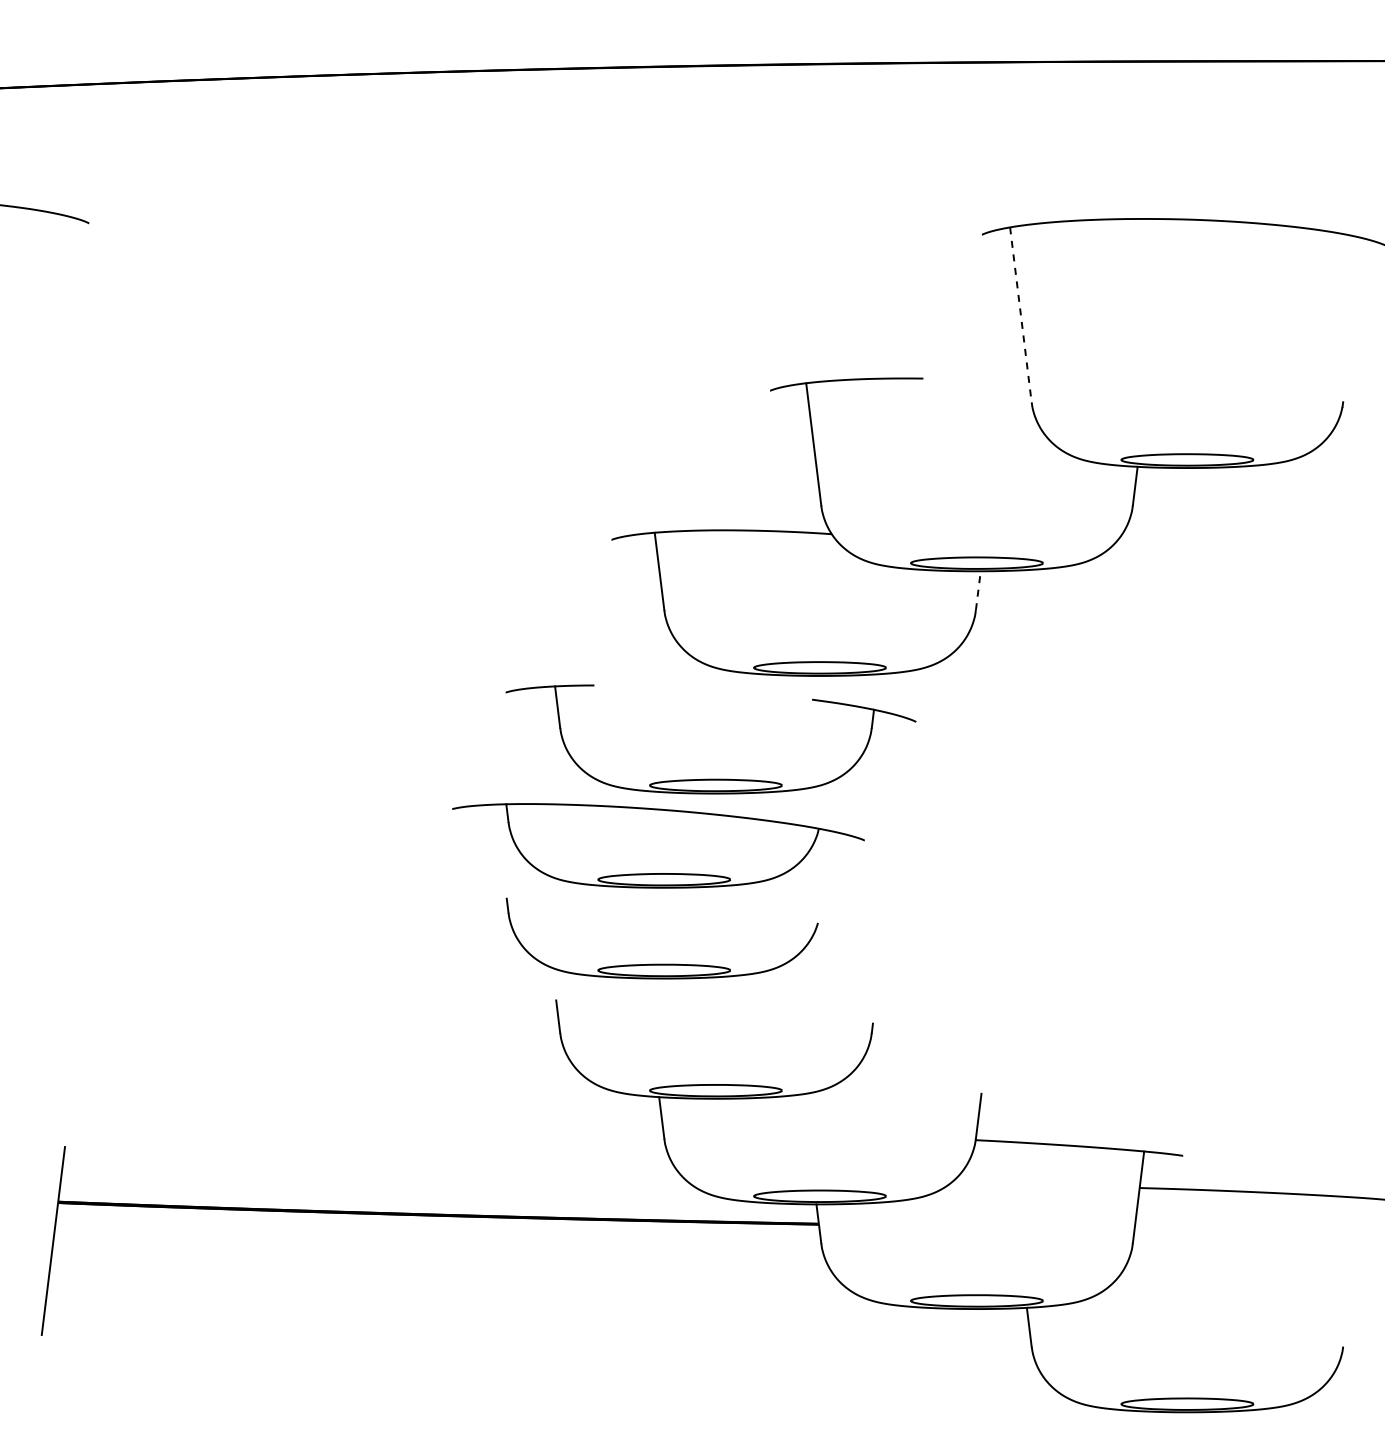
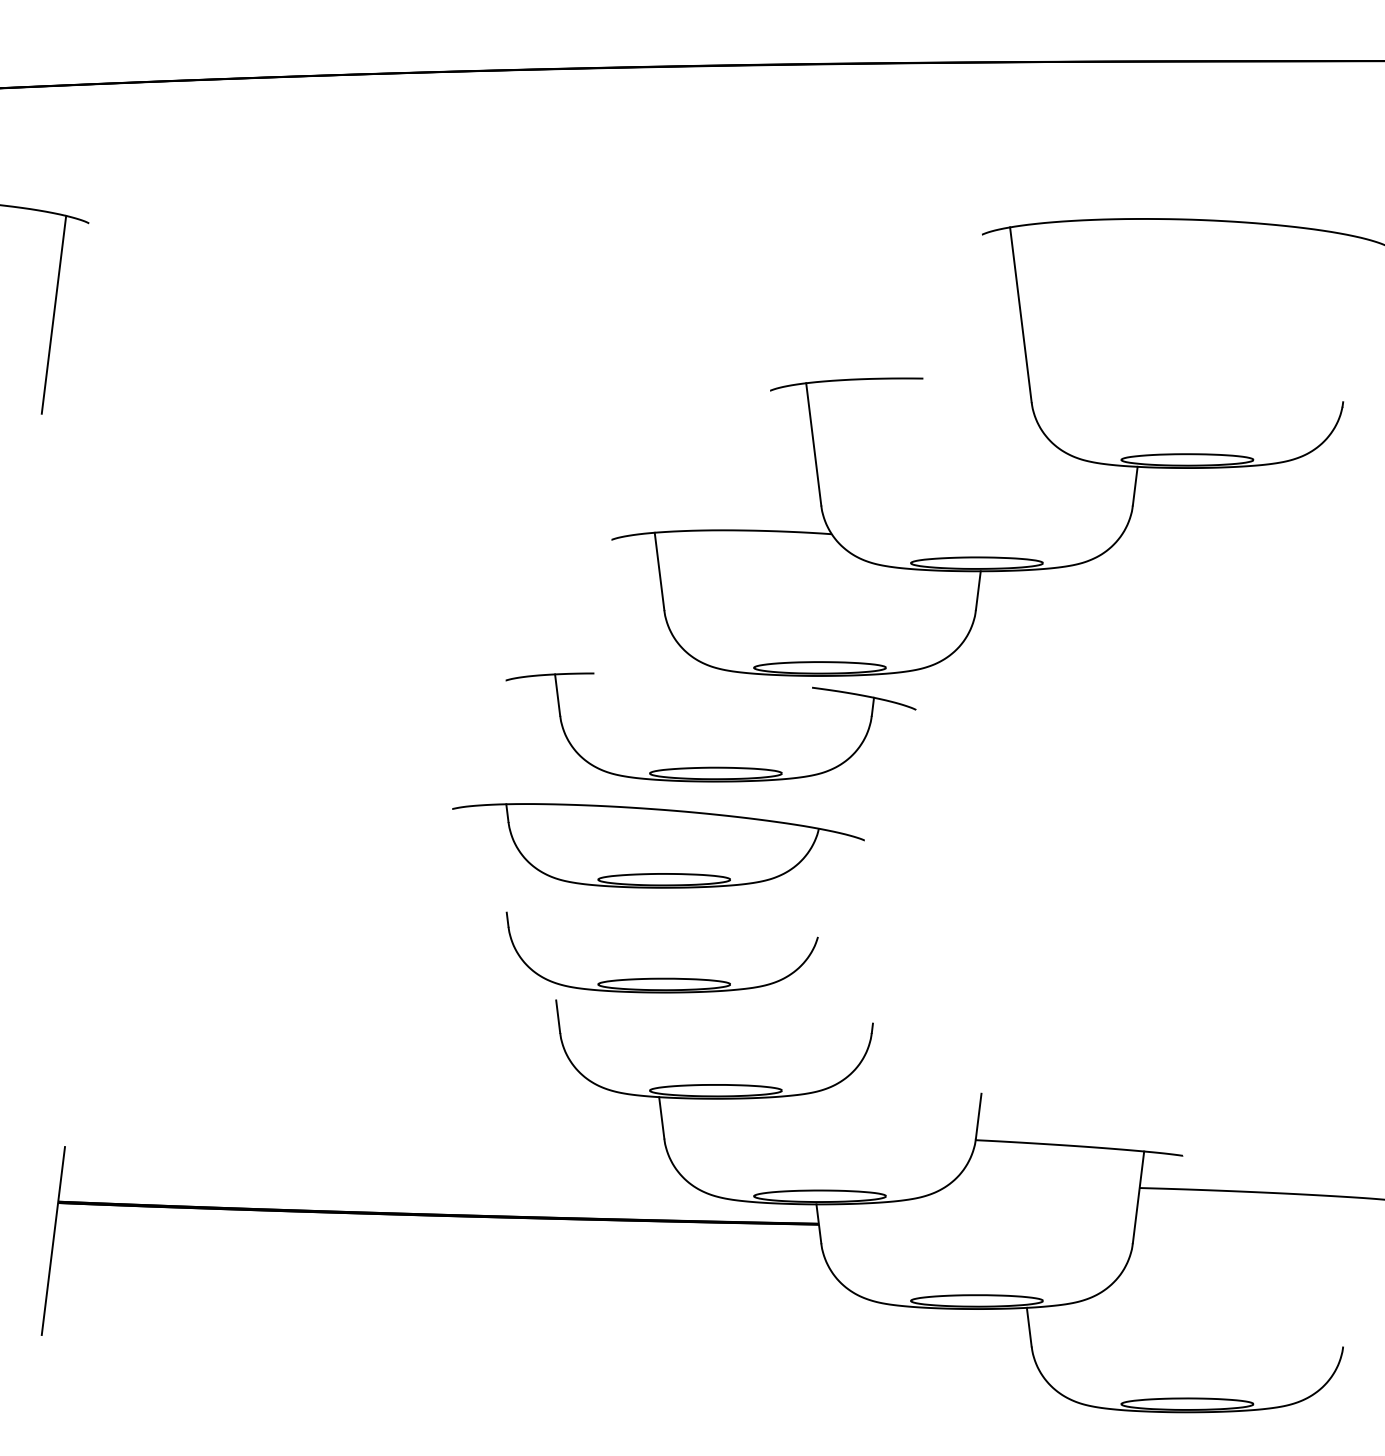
line at (53, 314): none -> present
line at (1020, 315): dashed -> solid
line at (978, 590): dashed -> solid
part at (710, 778) position: (710, 778) -> (710, 766)
part at (661, 963) position: (661, 963) -> (661, 977)
